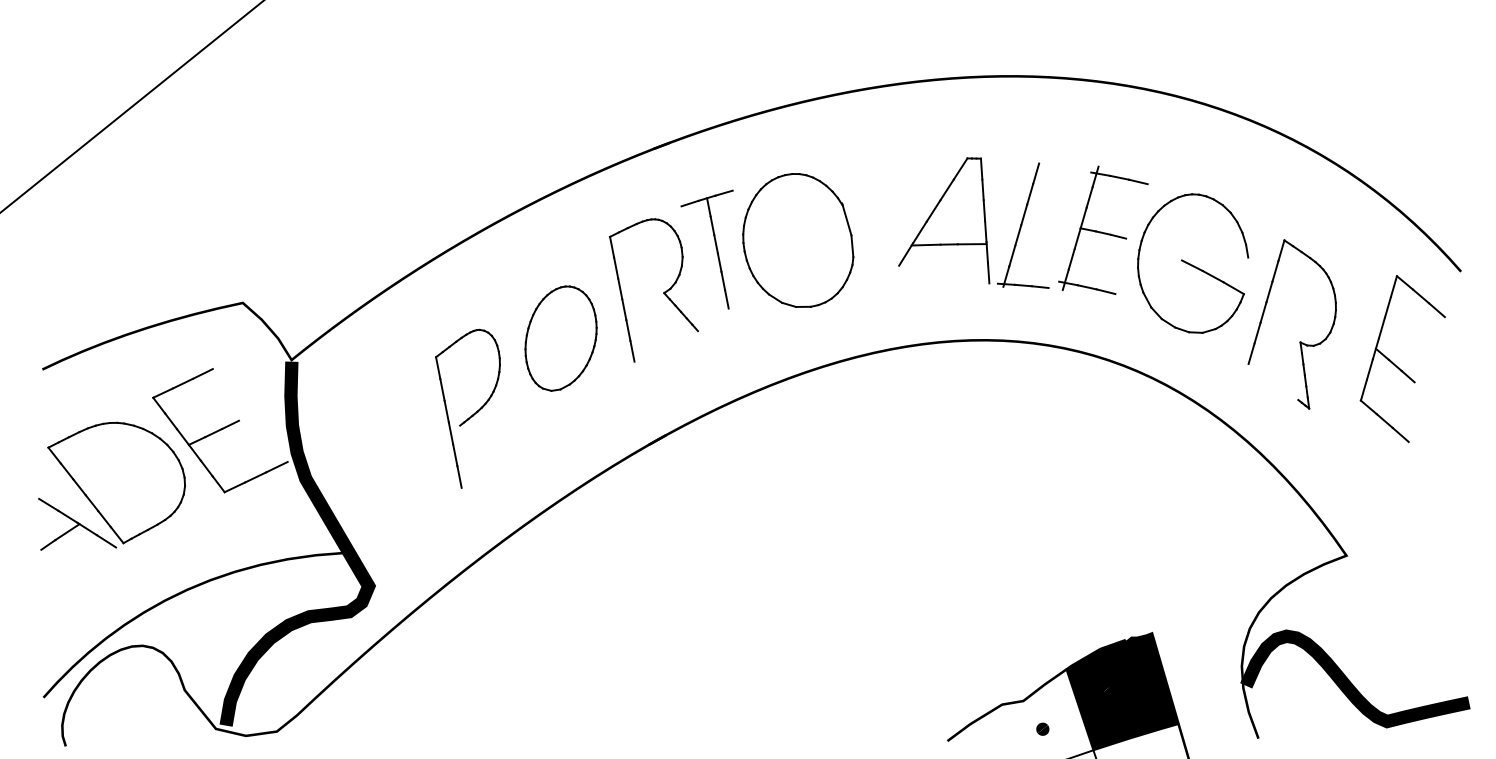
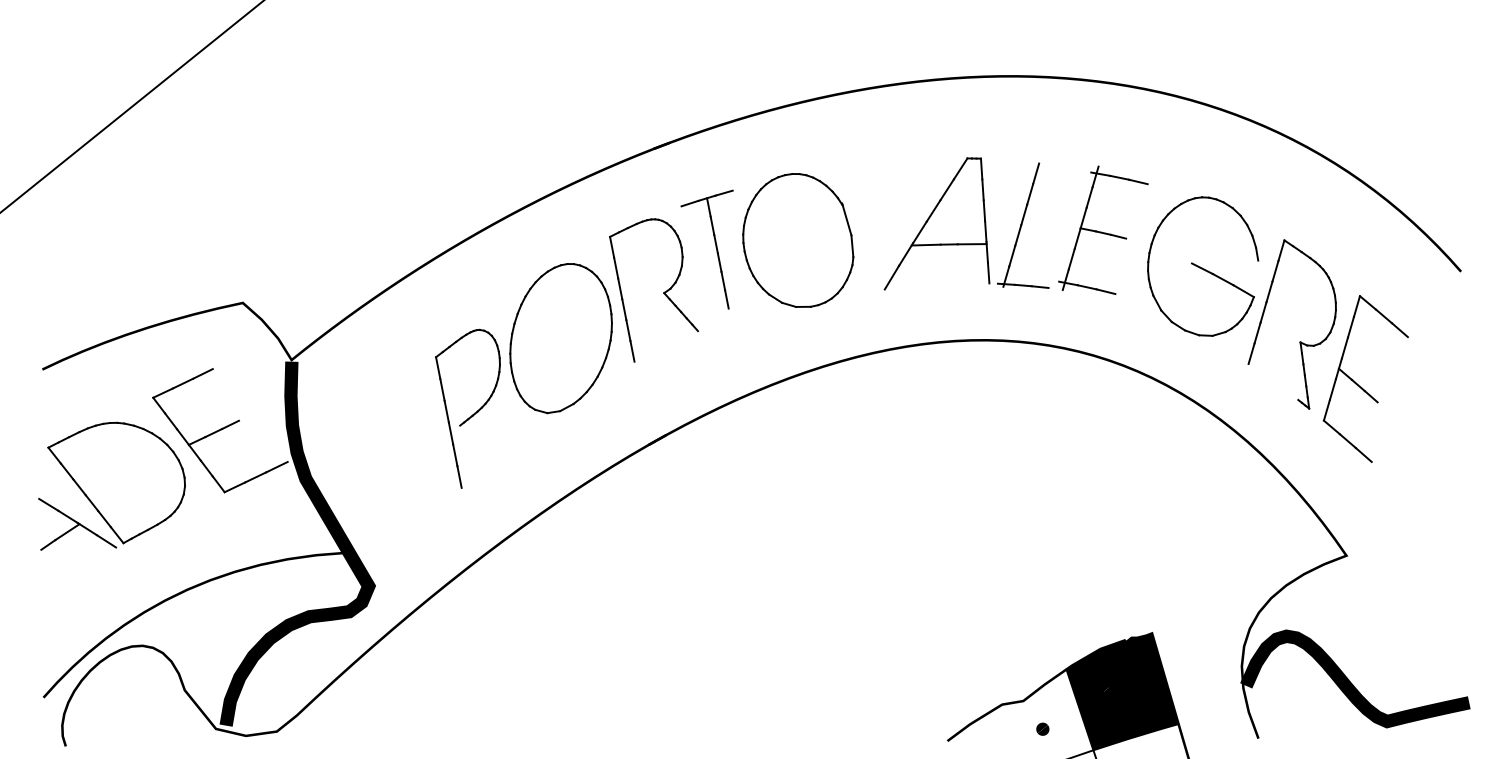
part at (1193, 263) position: (1193, 263) -> (1203, 266)
line at (891, 277): none -> present
part at (560, 338) size: 74x107 px -> 104x152 px
part at (1398, 366) position: (1398, 366) -> (1361, 386)
